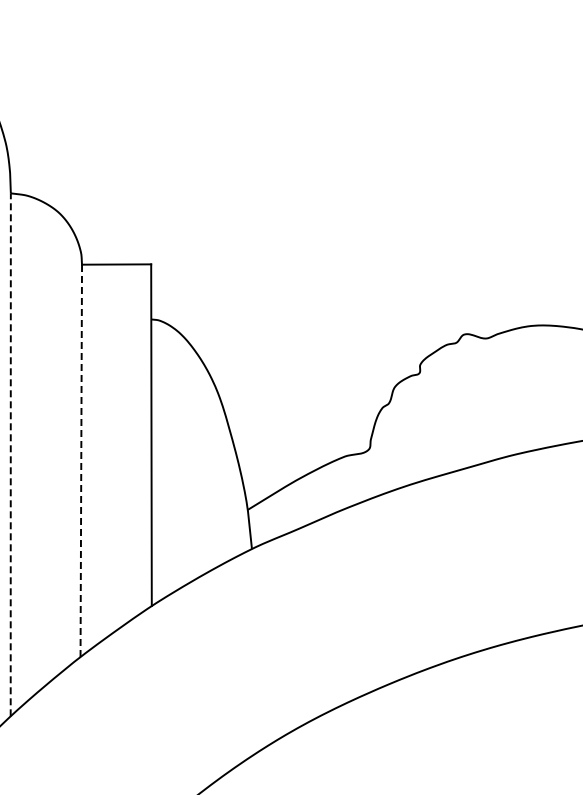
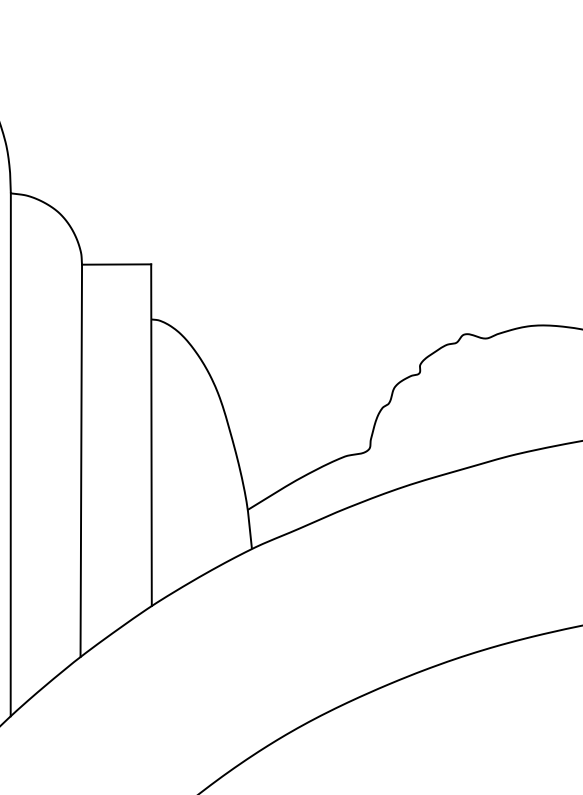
line at (10, 454): dashed -> solid
line at (81, 460): dashed -> solid
